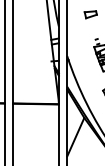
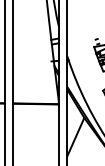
part at (90, 14): present -> none
